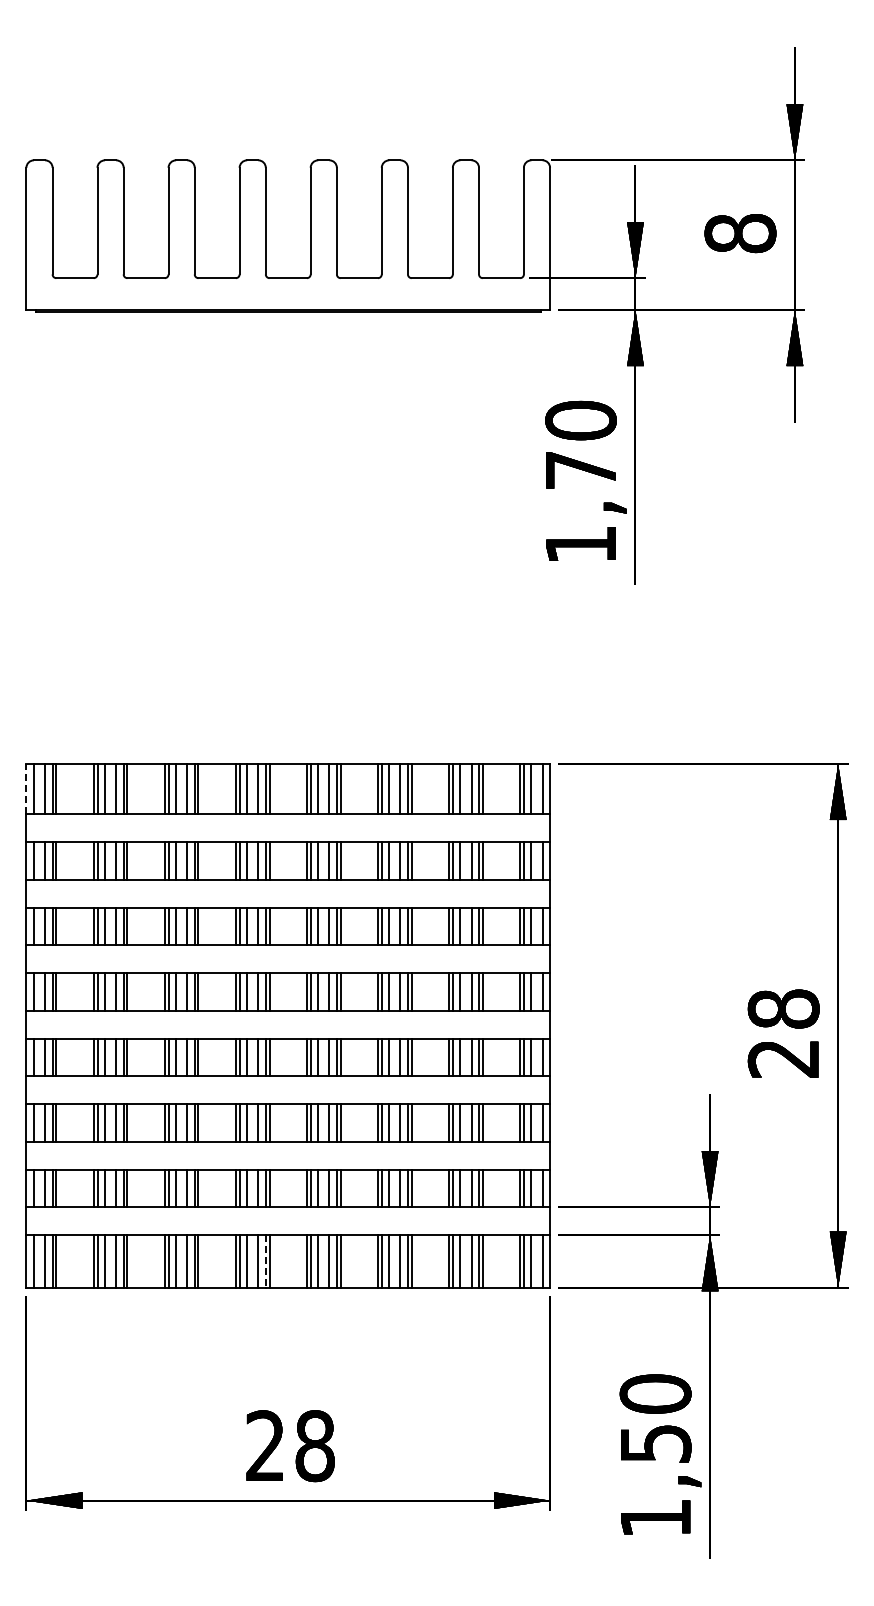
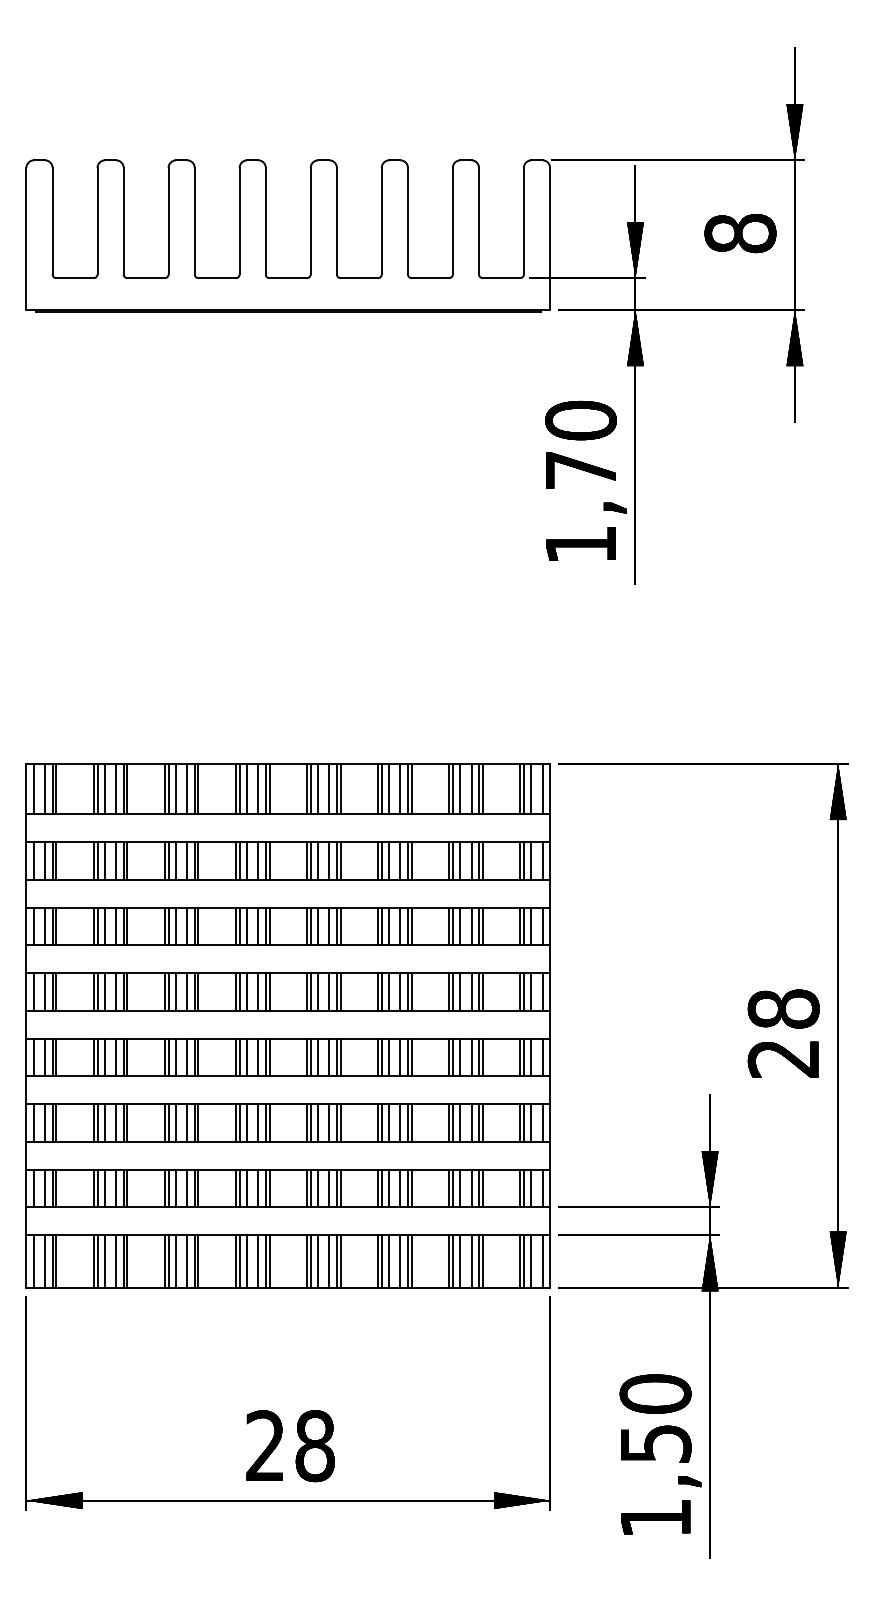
line at (26, 788): dashed -> solid
line at (265, 1261): dashed -> solid
